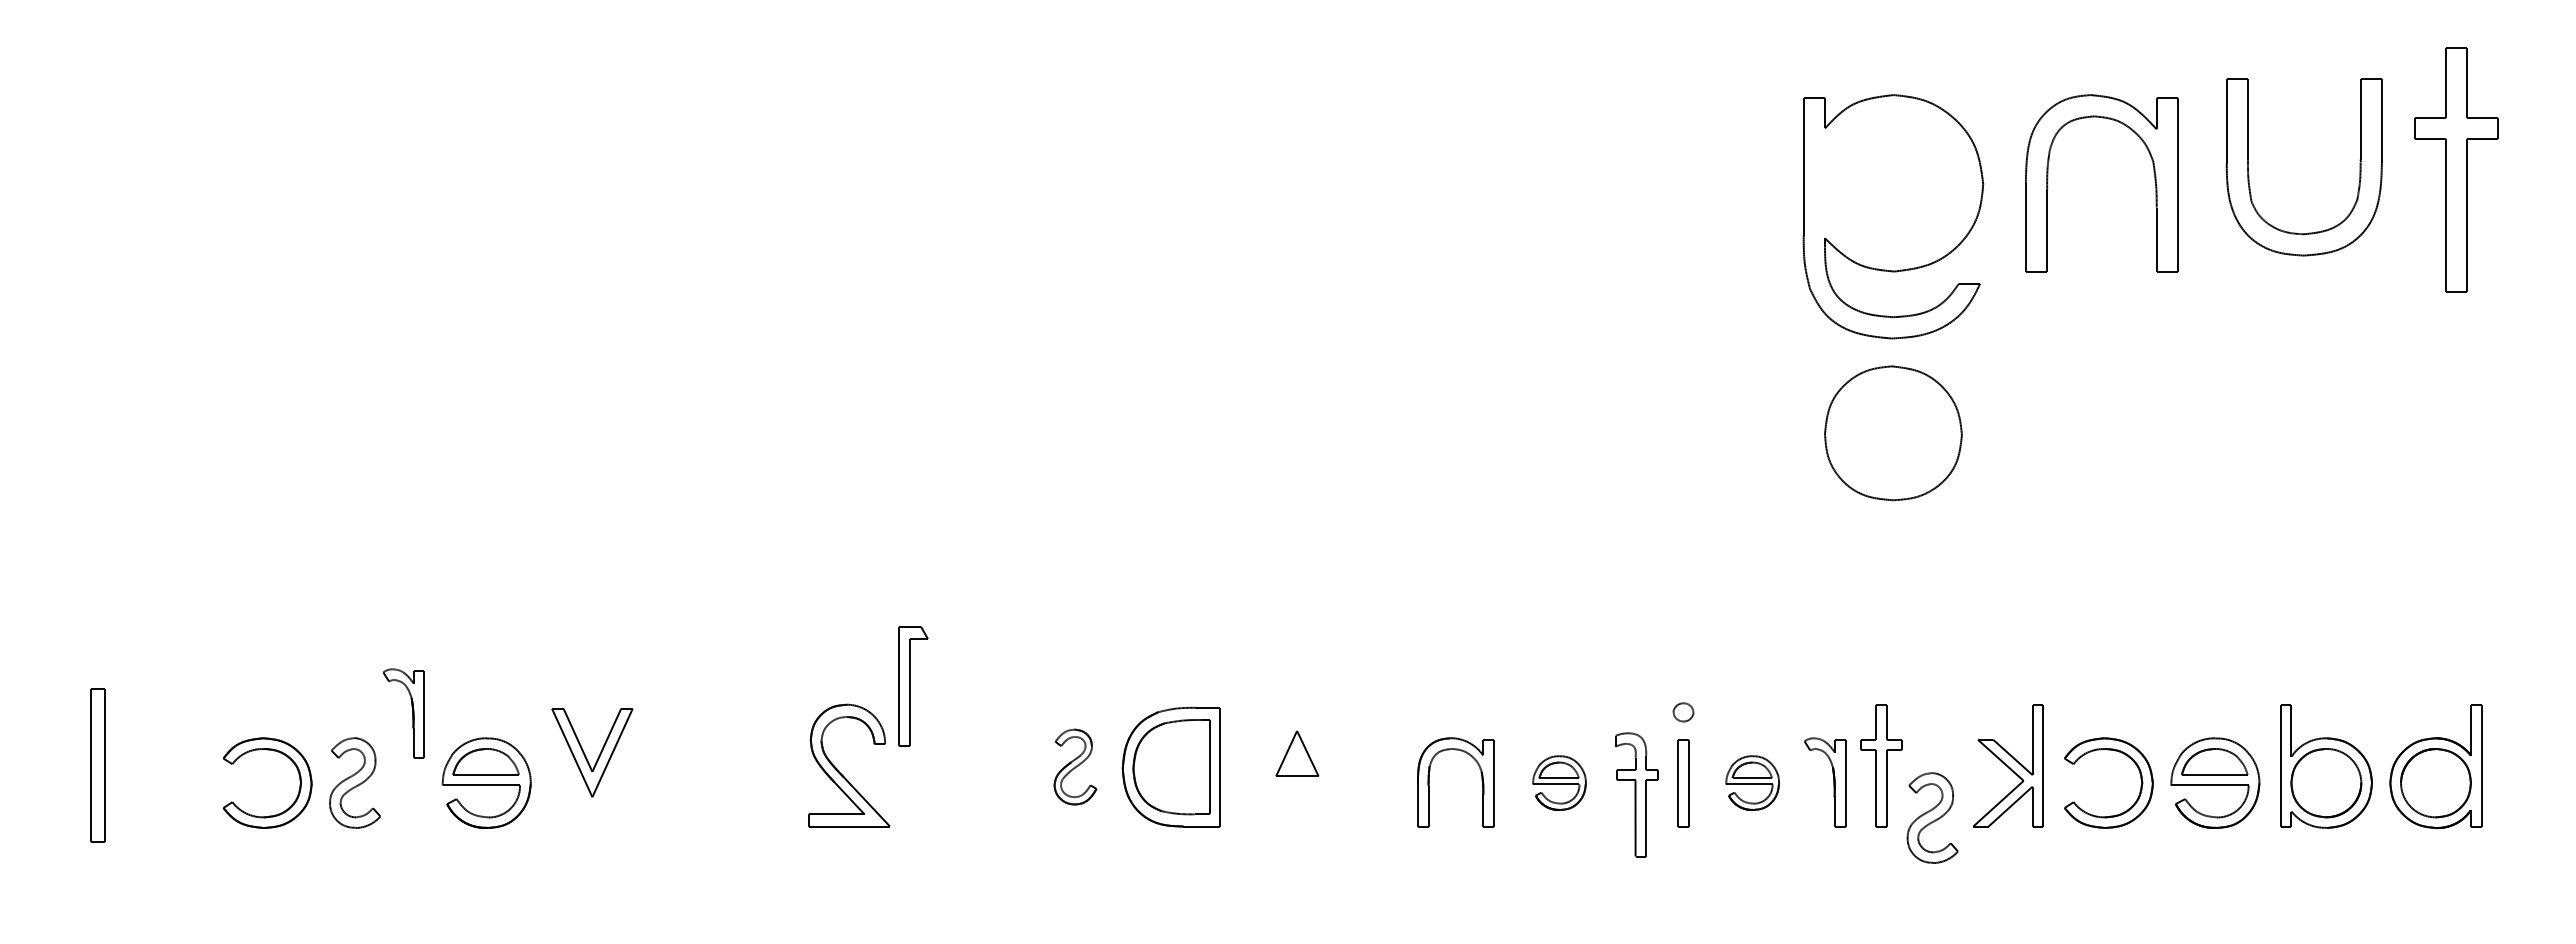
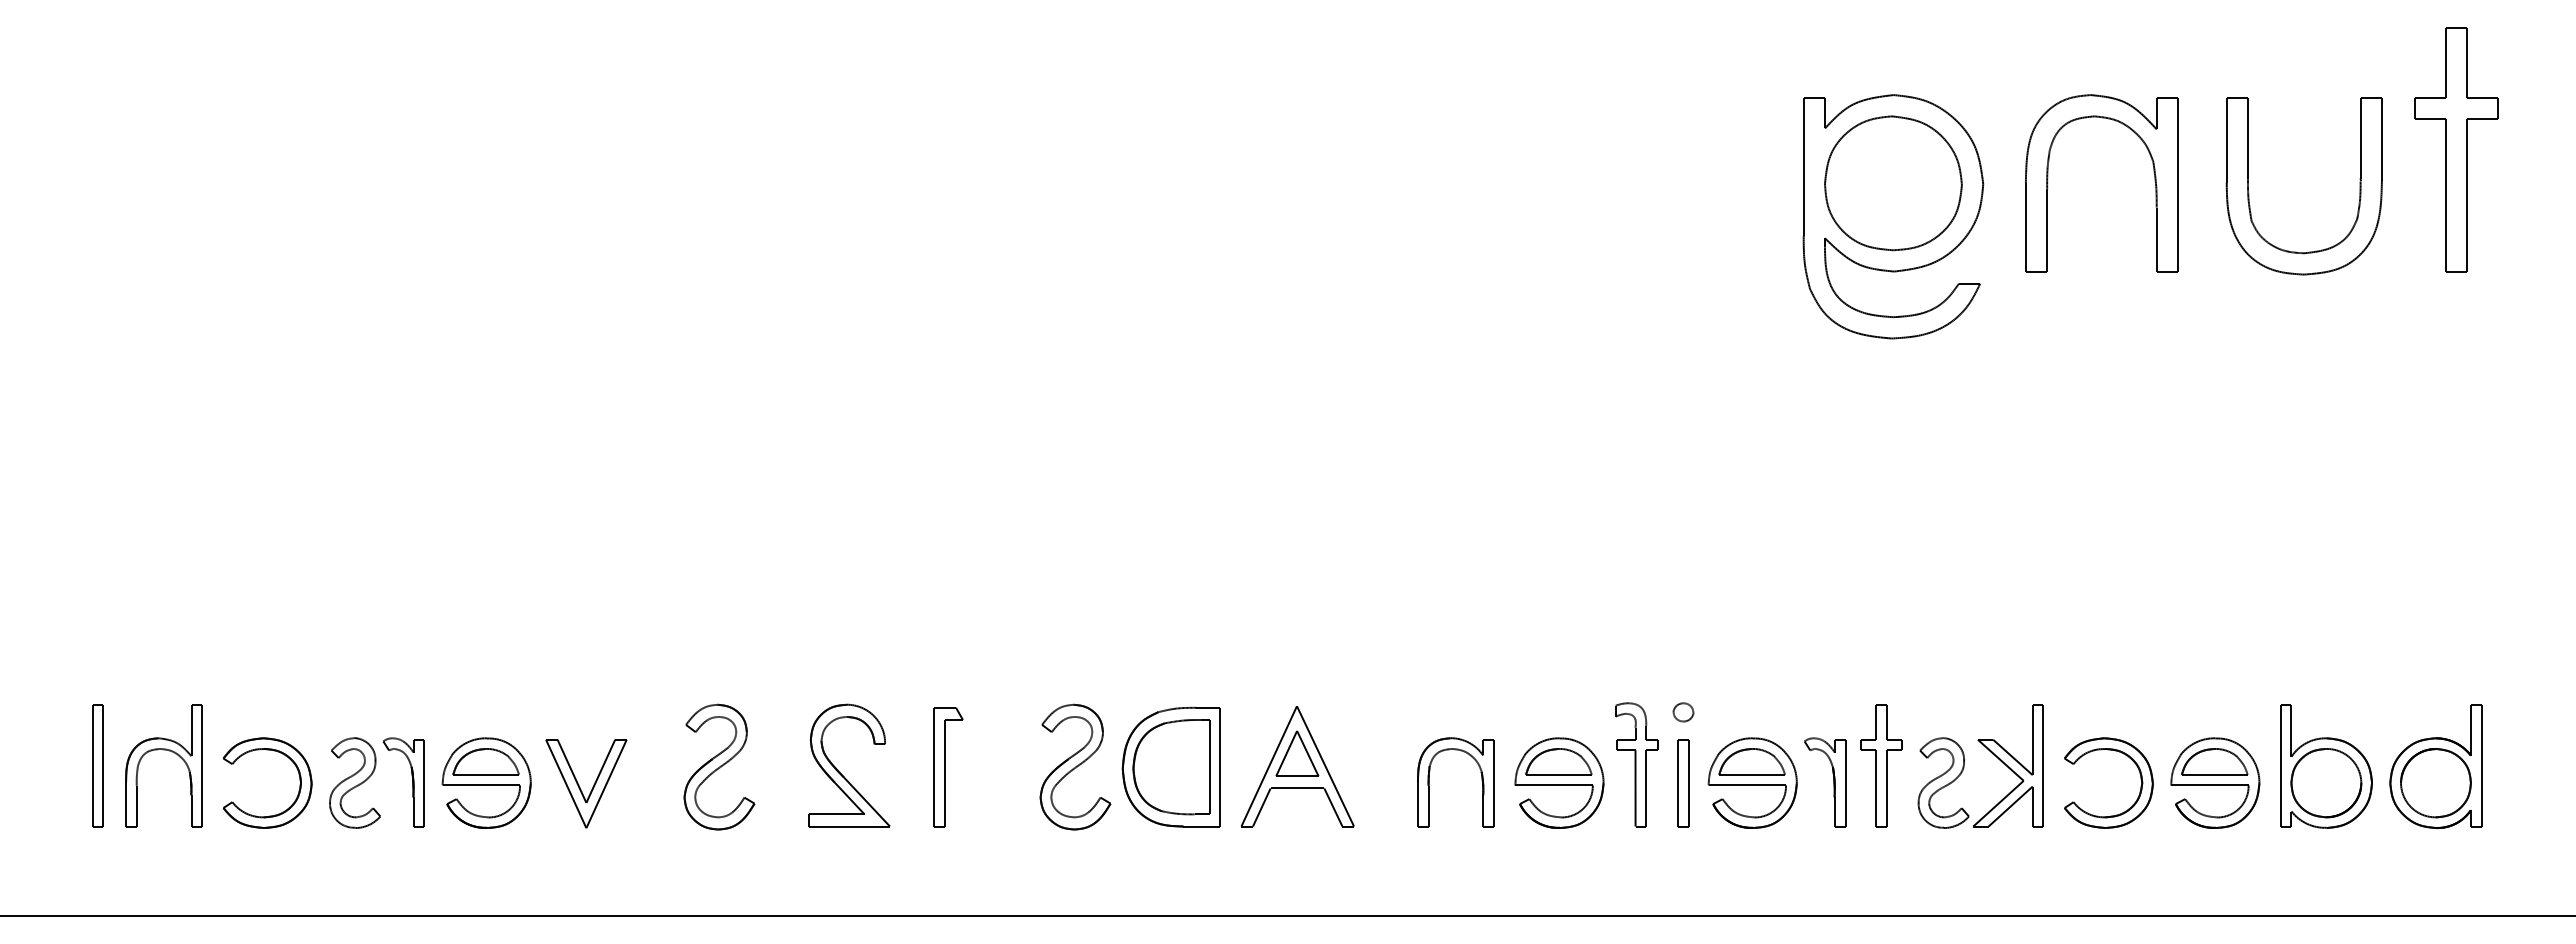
part at (2456, 169) position: (2456, 169) -> (2456, 149)
part at (2249, 174) position: (2249, 174) -> (2249, 193)
part at (1893, 433) position: (1893, 433) -> (1893, 183)
part at (913, 686) position: (913, 686) -> (948, 767)
part at (412, 713) position: (412, 713) -> (412, 782)
part at (168, 751): none -> present
part at (598, 755) position: (598, 755) -> (592, 786)
part at (97, 765) size: 16x155 px -> 12x124 px
part at (719, 766): none -> present
part at (1075, 766) size: 45x78 px -> 73x128 px
part at (1297, 766): none -> present
part at (1559, 782) size: 55x56 px -> 91x92 px
part at (1752, 782) size: 55x56 px -> 91x92 px
part at (1636, 794) position: (1636, 794) -> (1636, 764)
part at (1932, 817) position: (1932, 817) -> (1943, 782)
line at (1287, 915): none -> present
